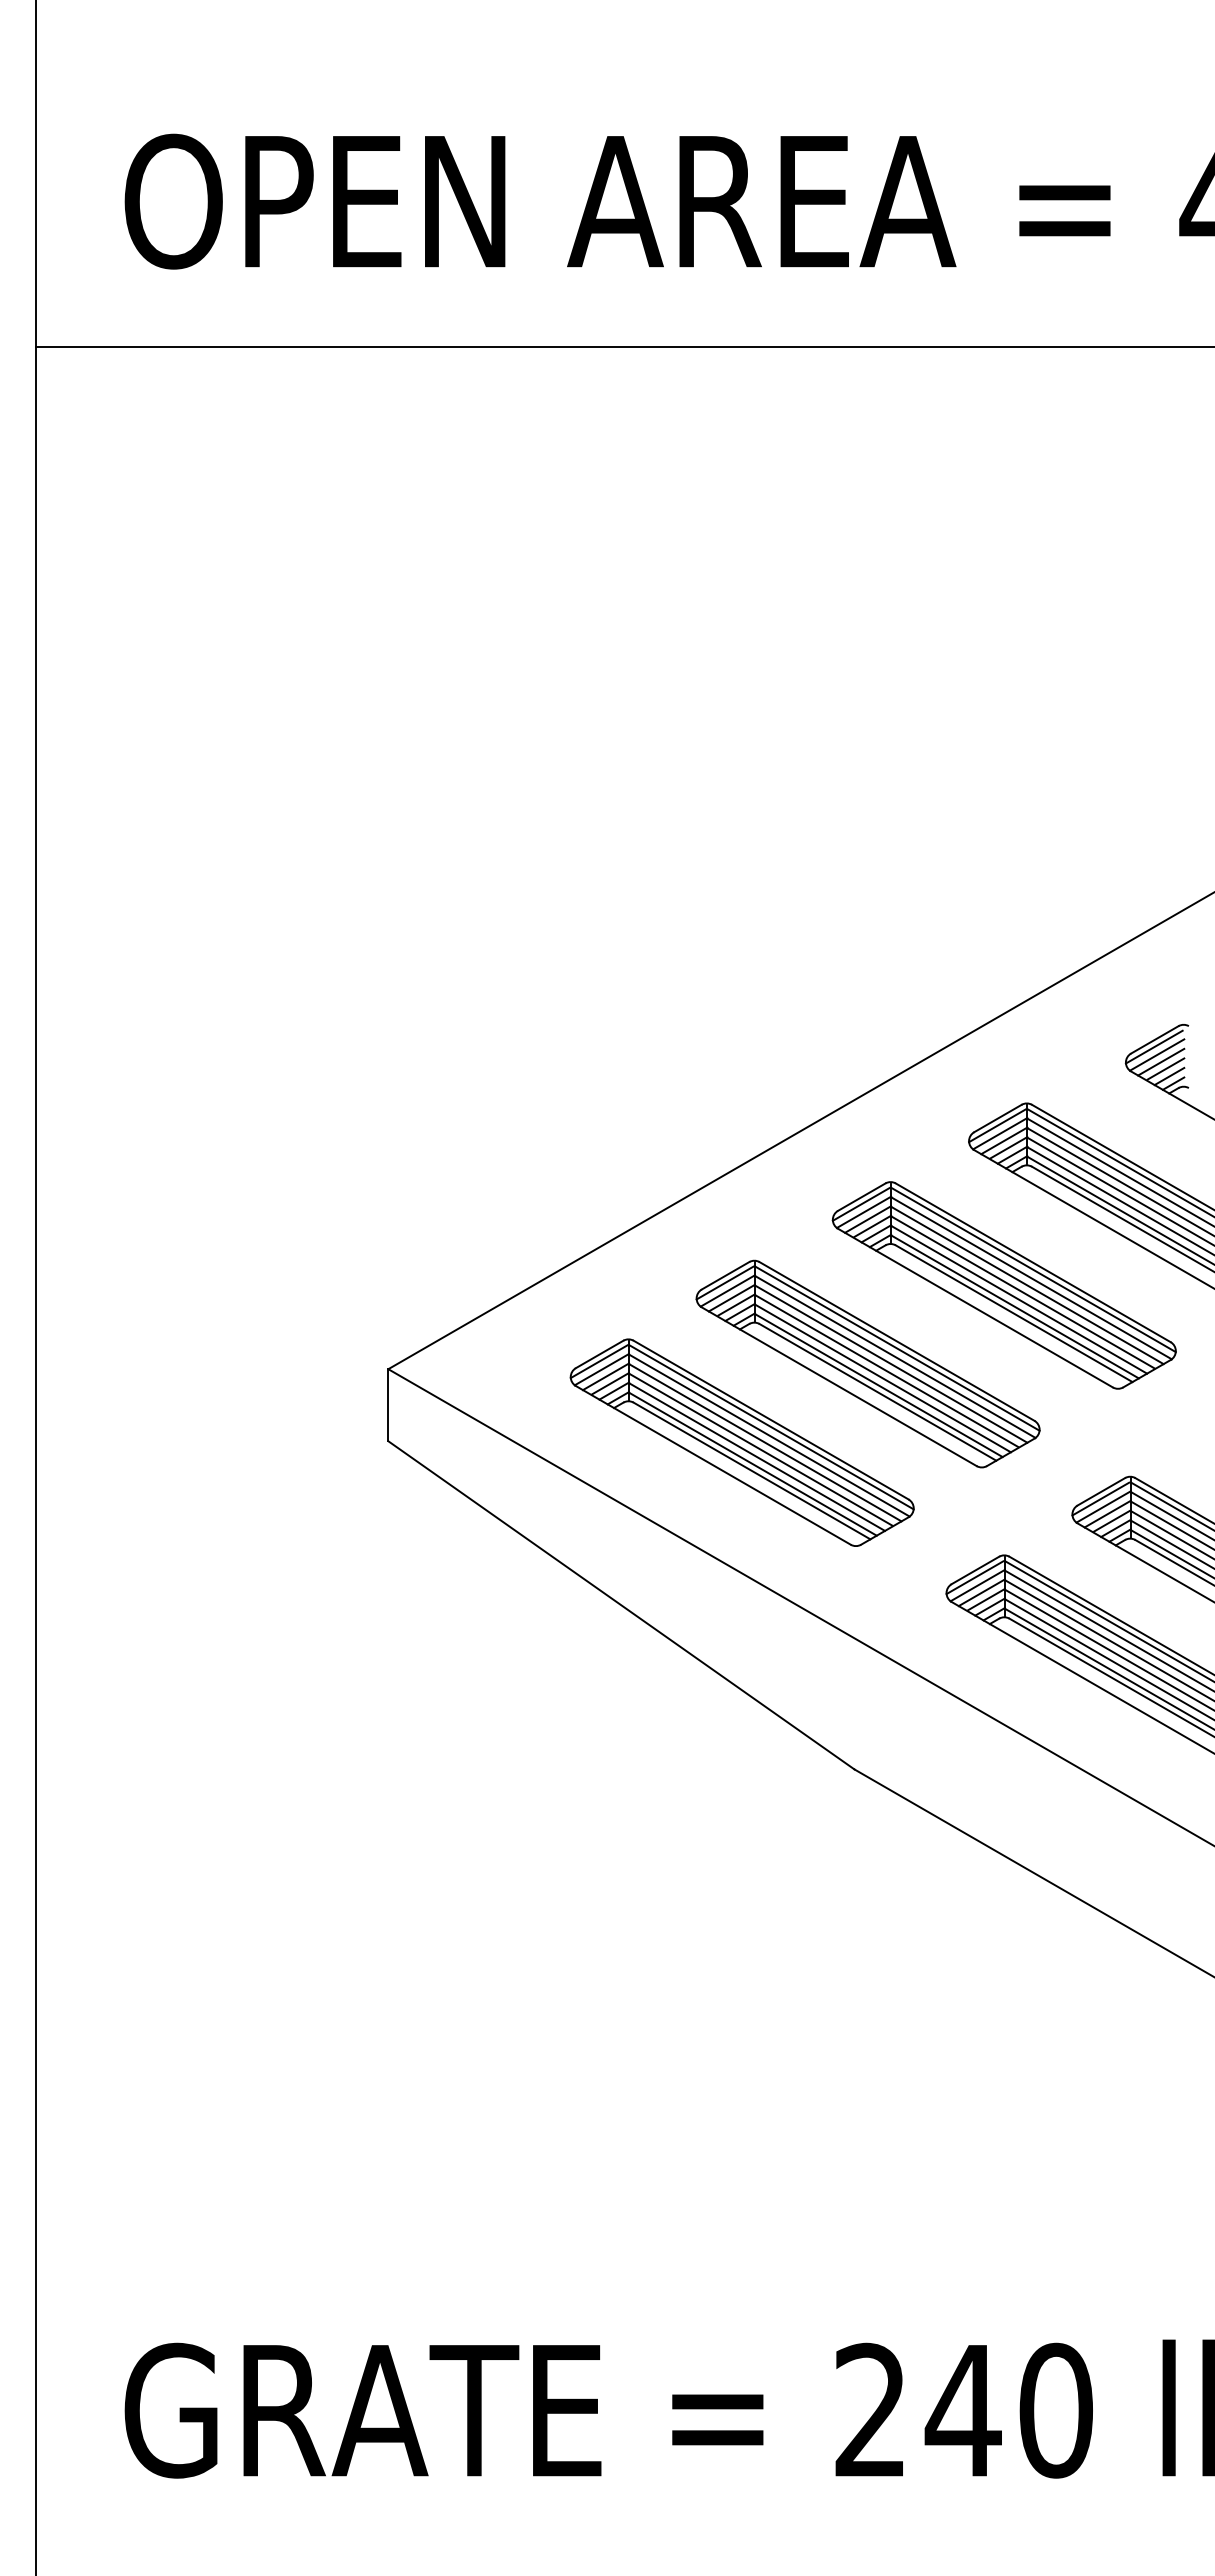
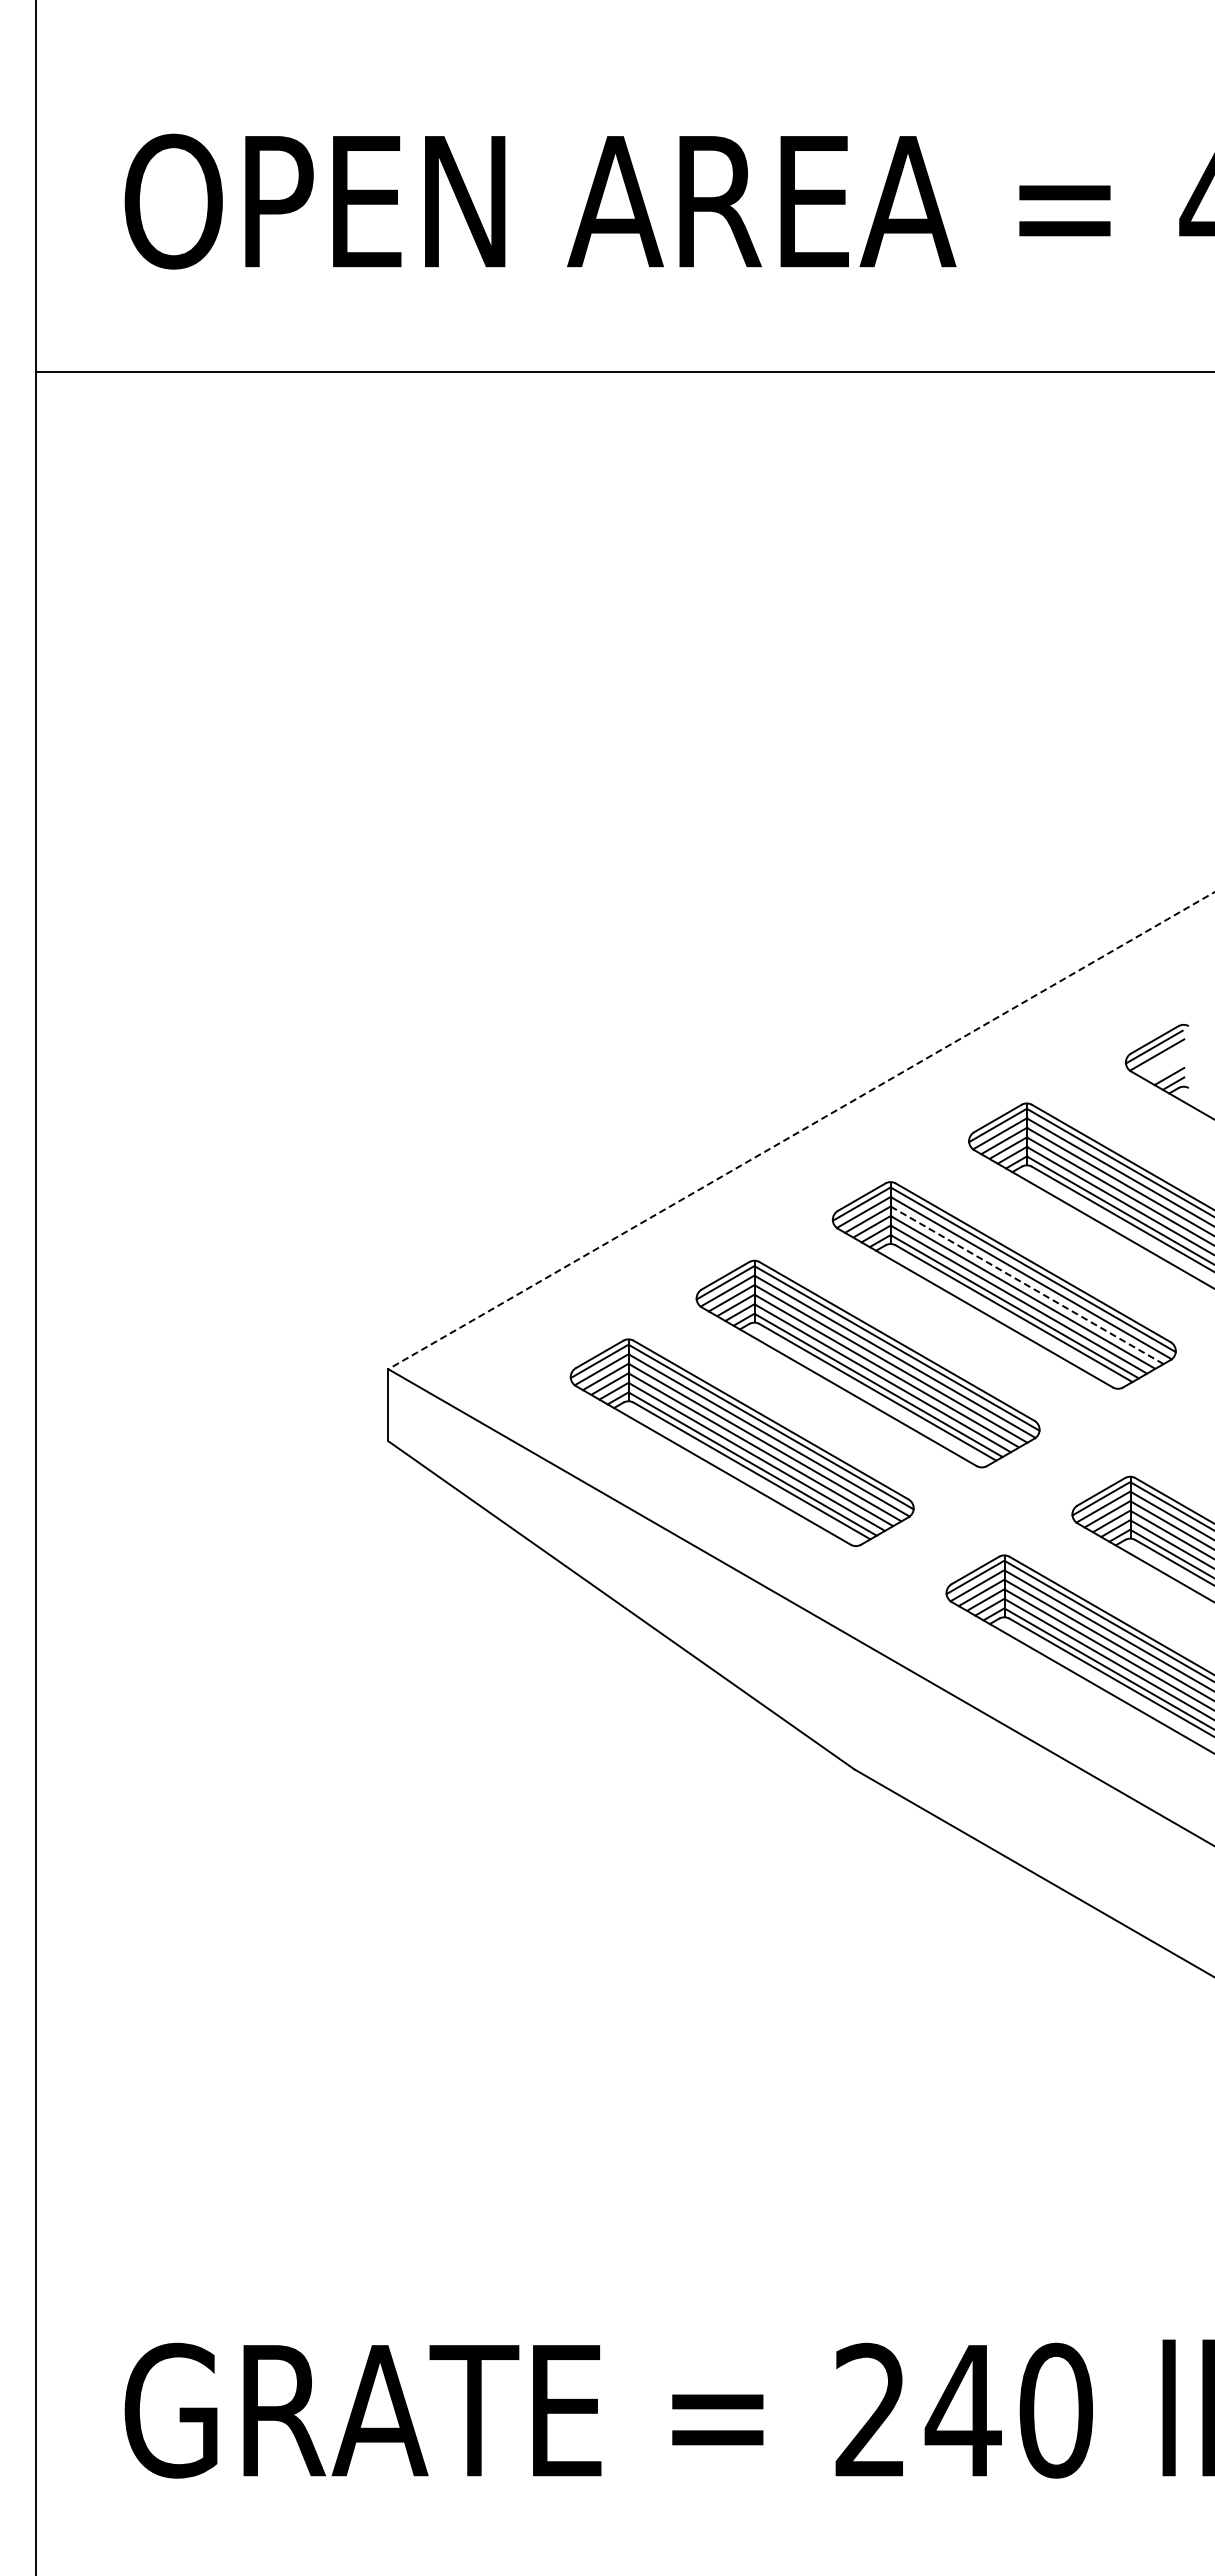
line at (623, 346) position: (623, 346) -> (623, 371)
line at (1161, 1061): present -> none
line at (1165, 1068): present -> none
line at (801, 1130): solid -> dashed
line at (1026, 1285): solid -> dashed
